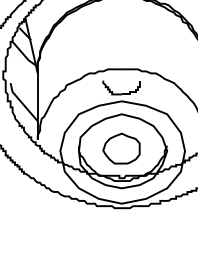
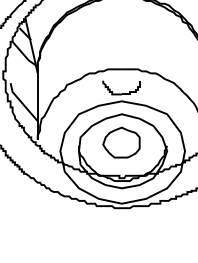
part at (121, 148) position: (121, 148) -> (121, 142)
